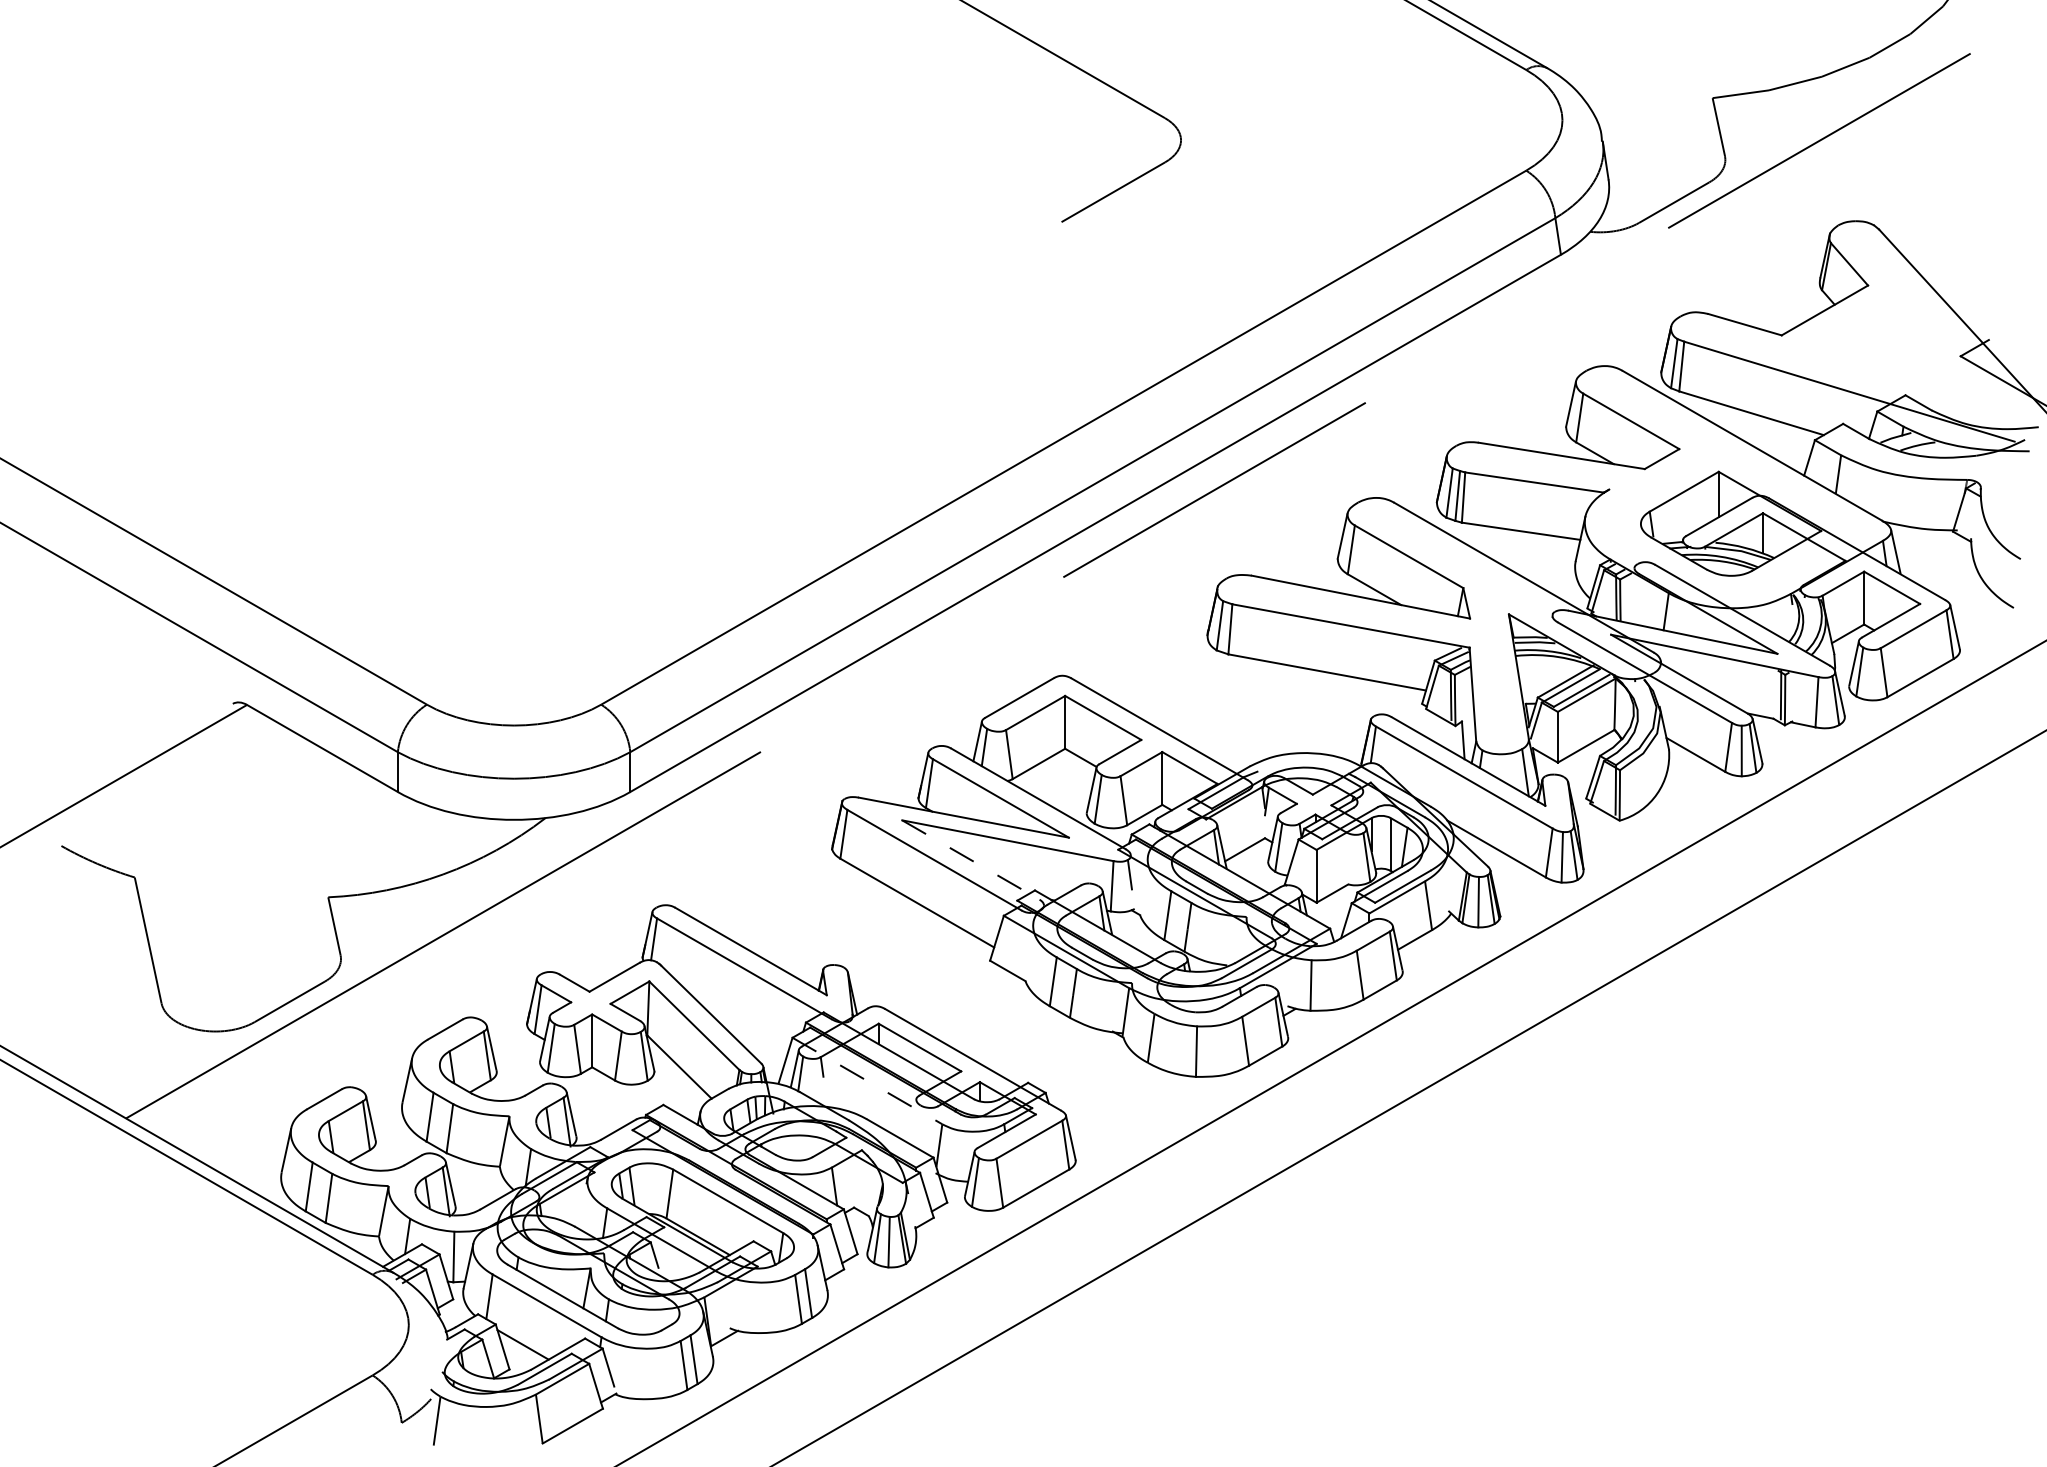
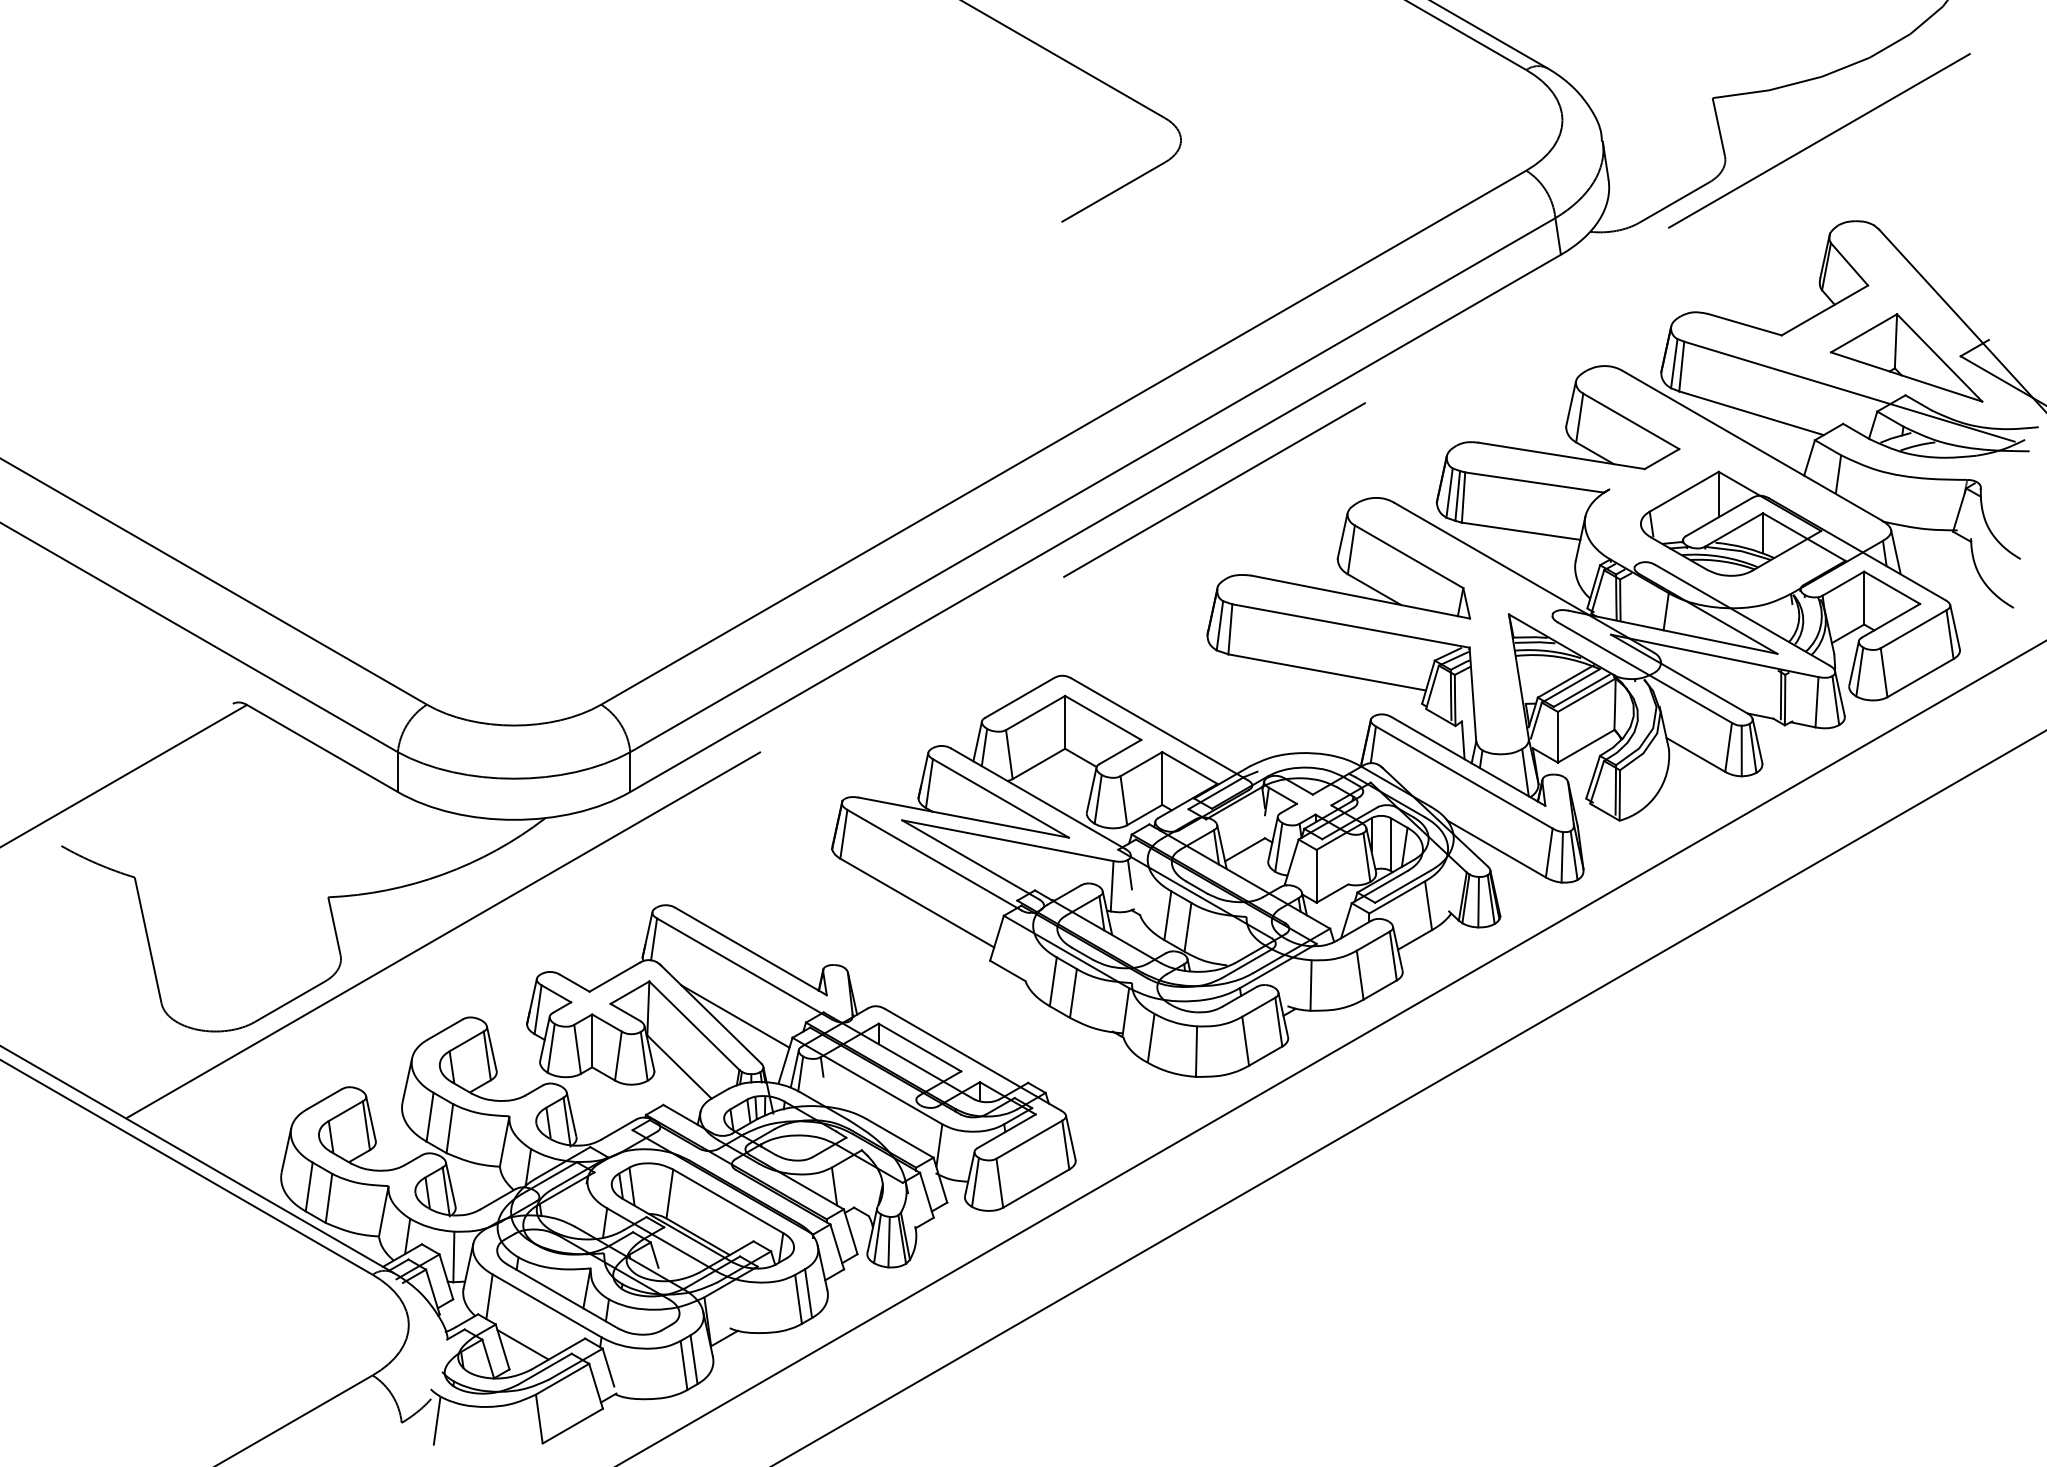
part at (1906, 357): none -> present
line at (971, 860): dashed -> solid
line at (735, 1016): none -> present
line at (867, 1081): dashed -> solid
